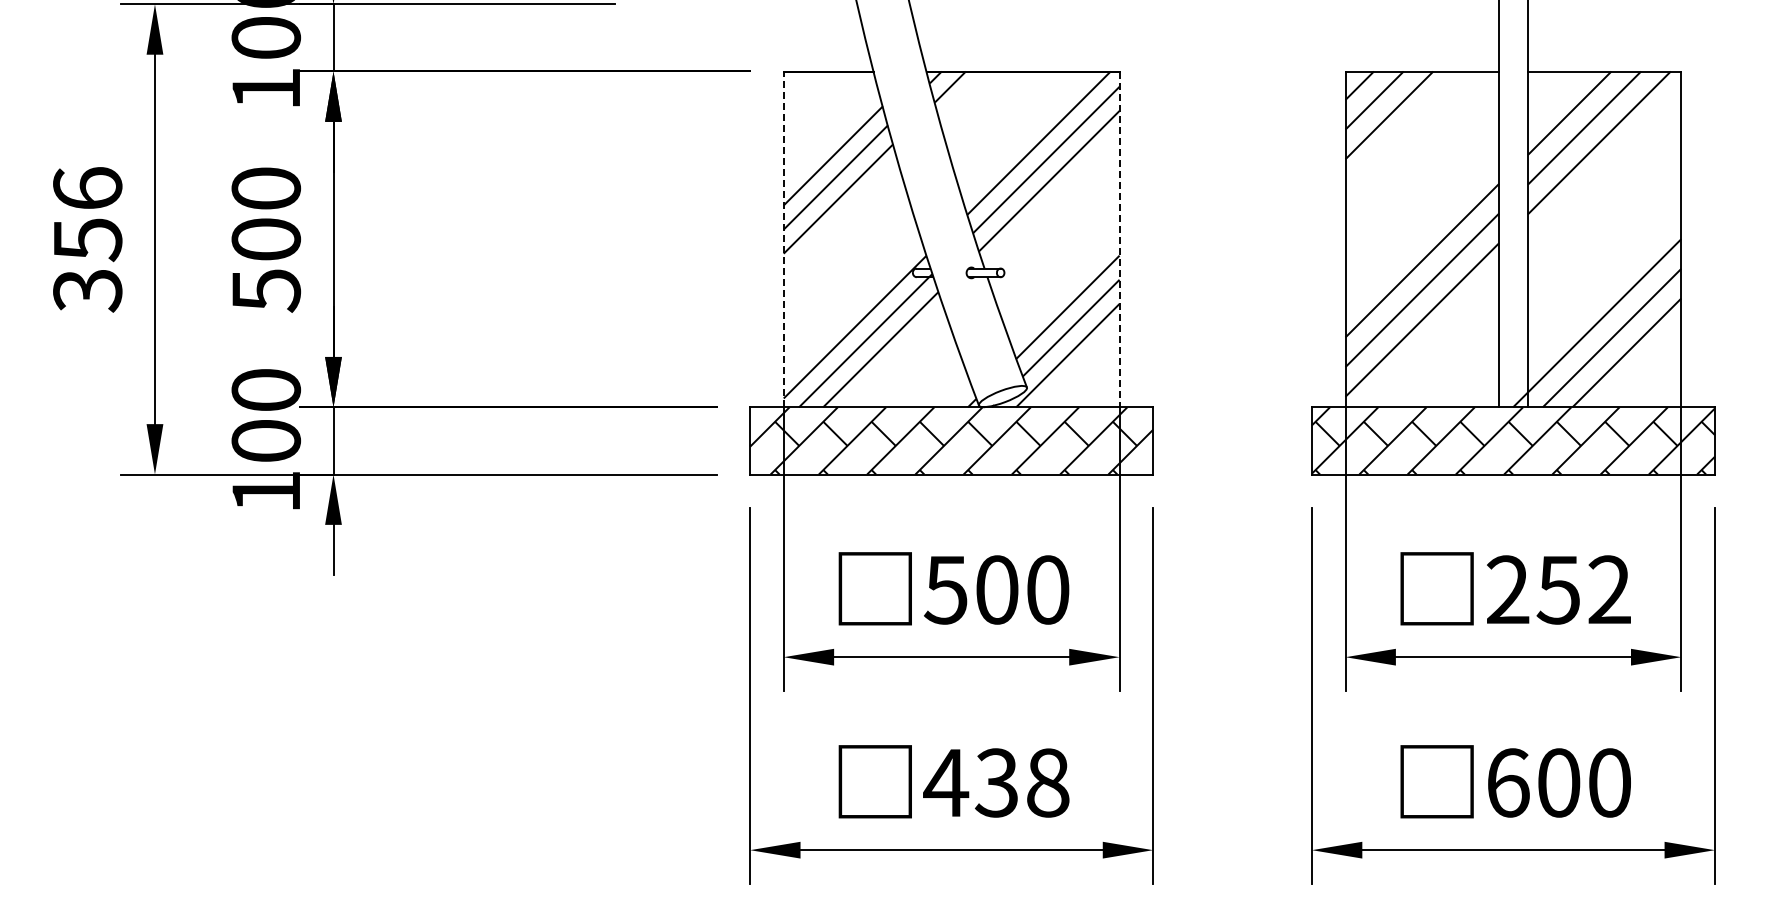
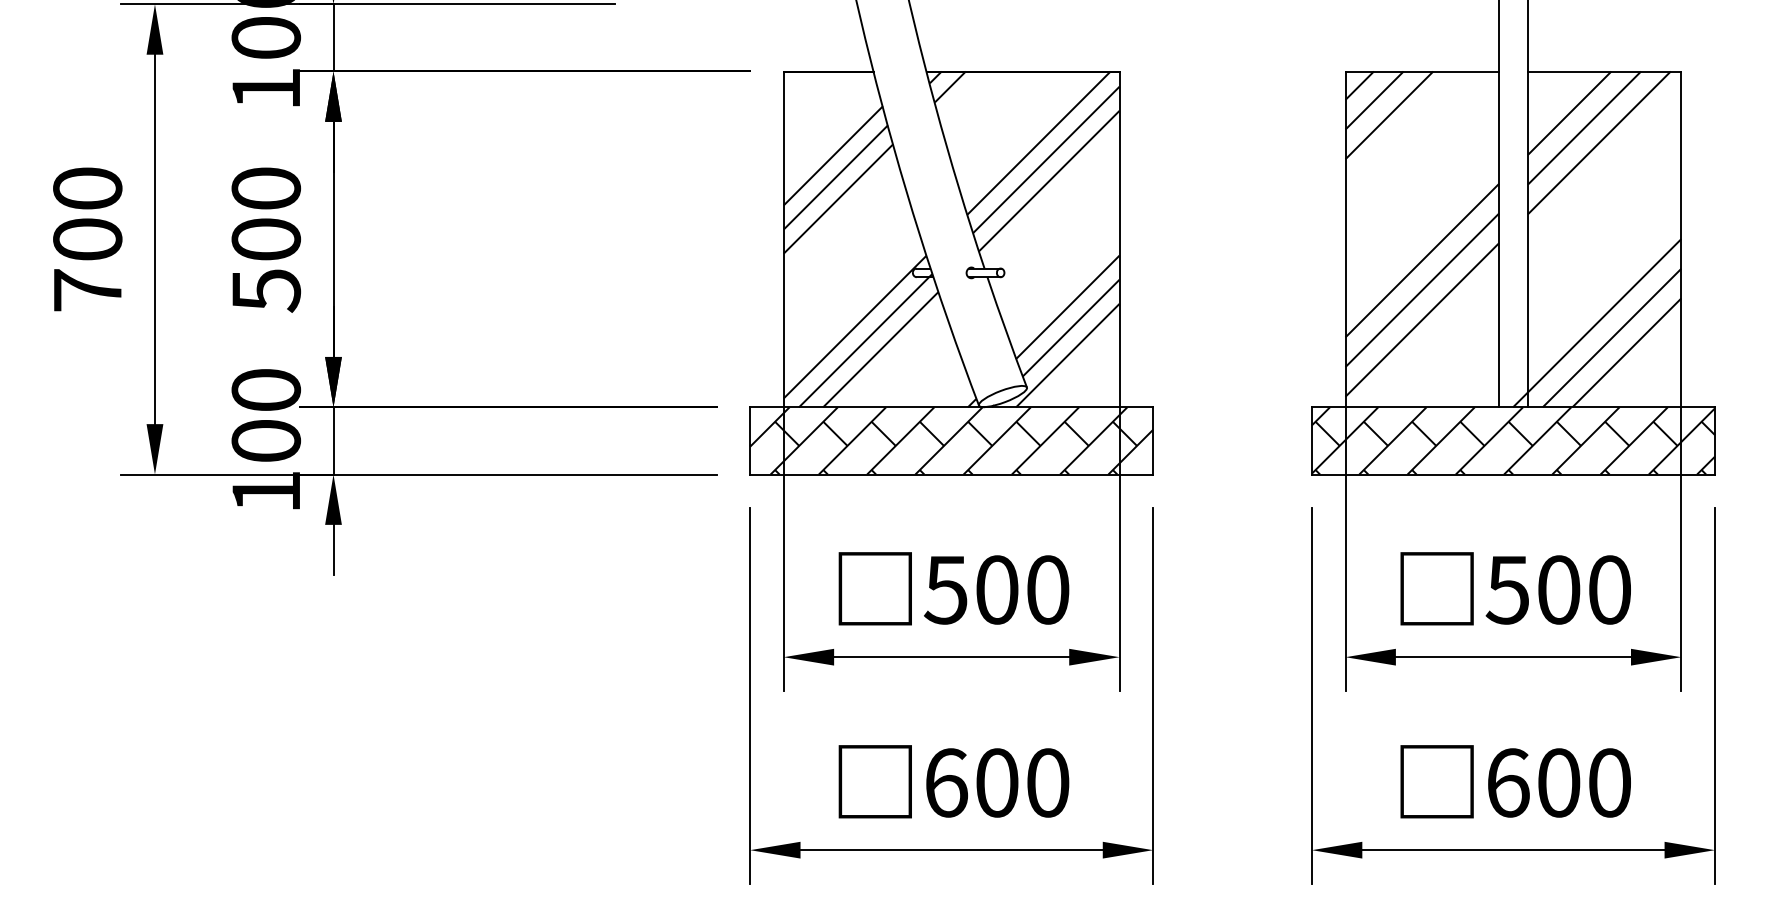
text at (87, 239): 356 -> 700
line at (783, 239): dashed -> solid
line at (1119, 239): dashed -> solid
text at (1557, 589): 252 -> 500
text at (996, 782): 438 -> 600
